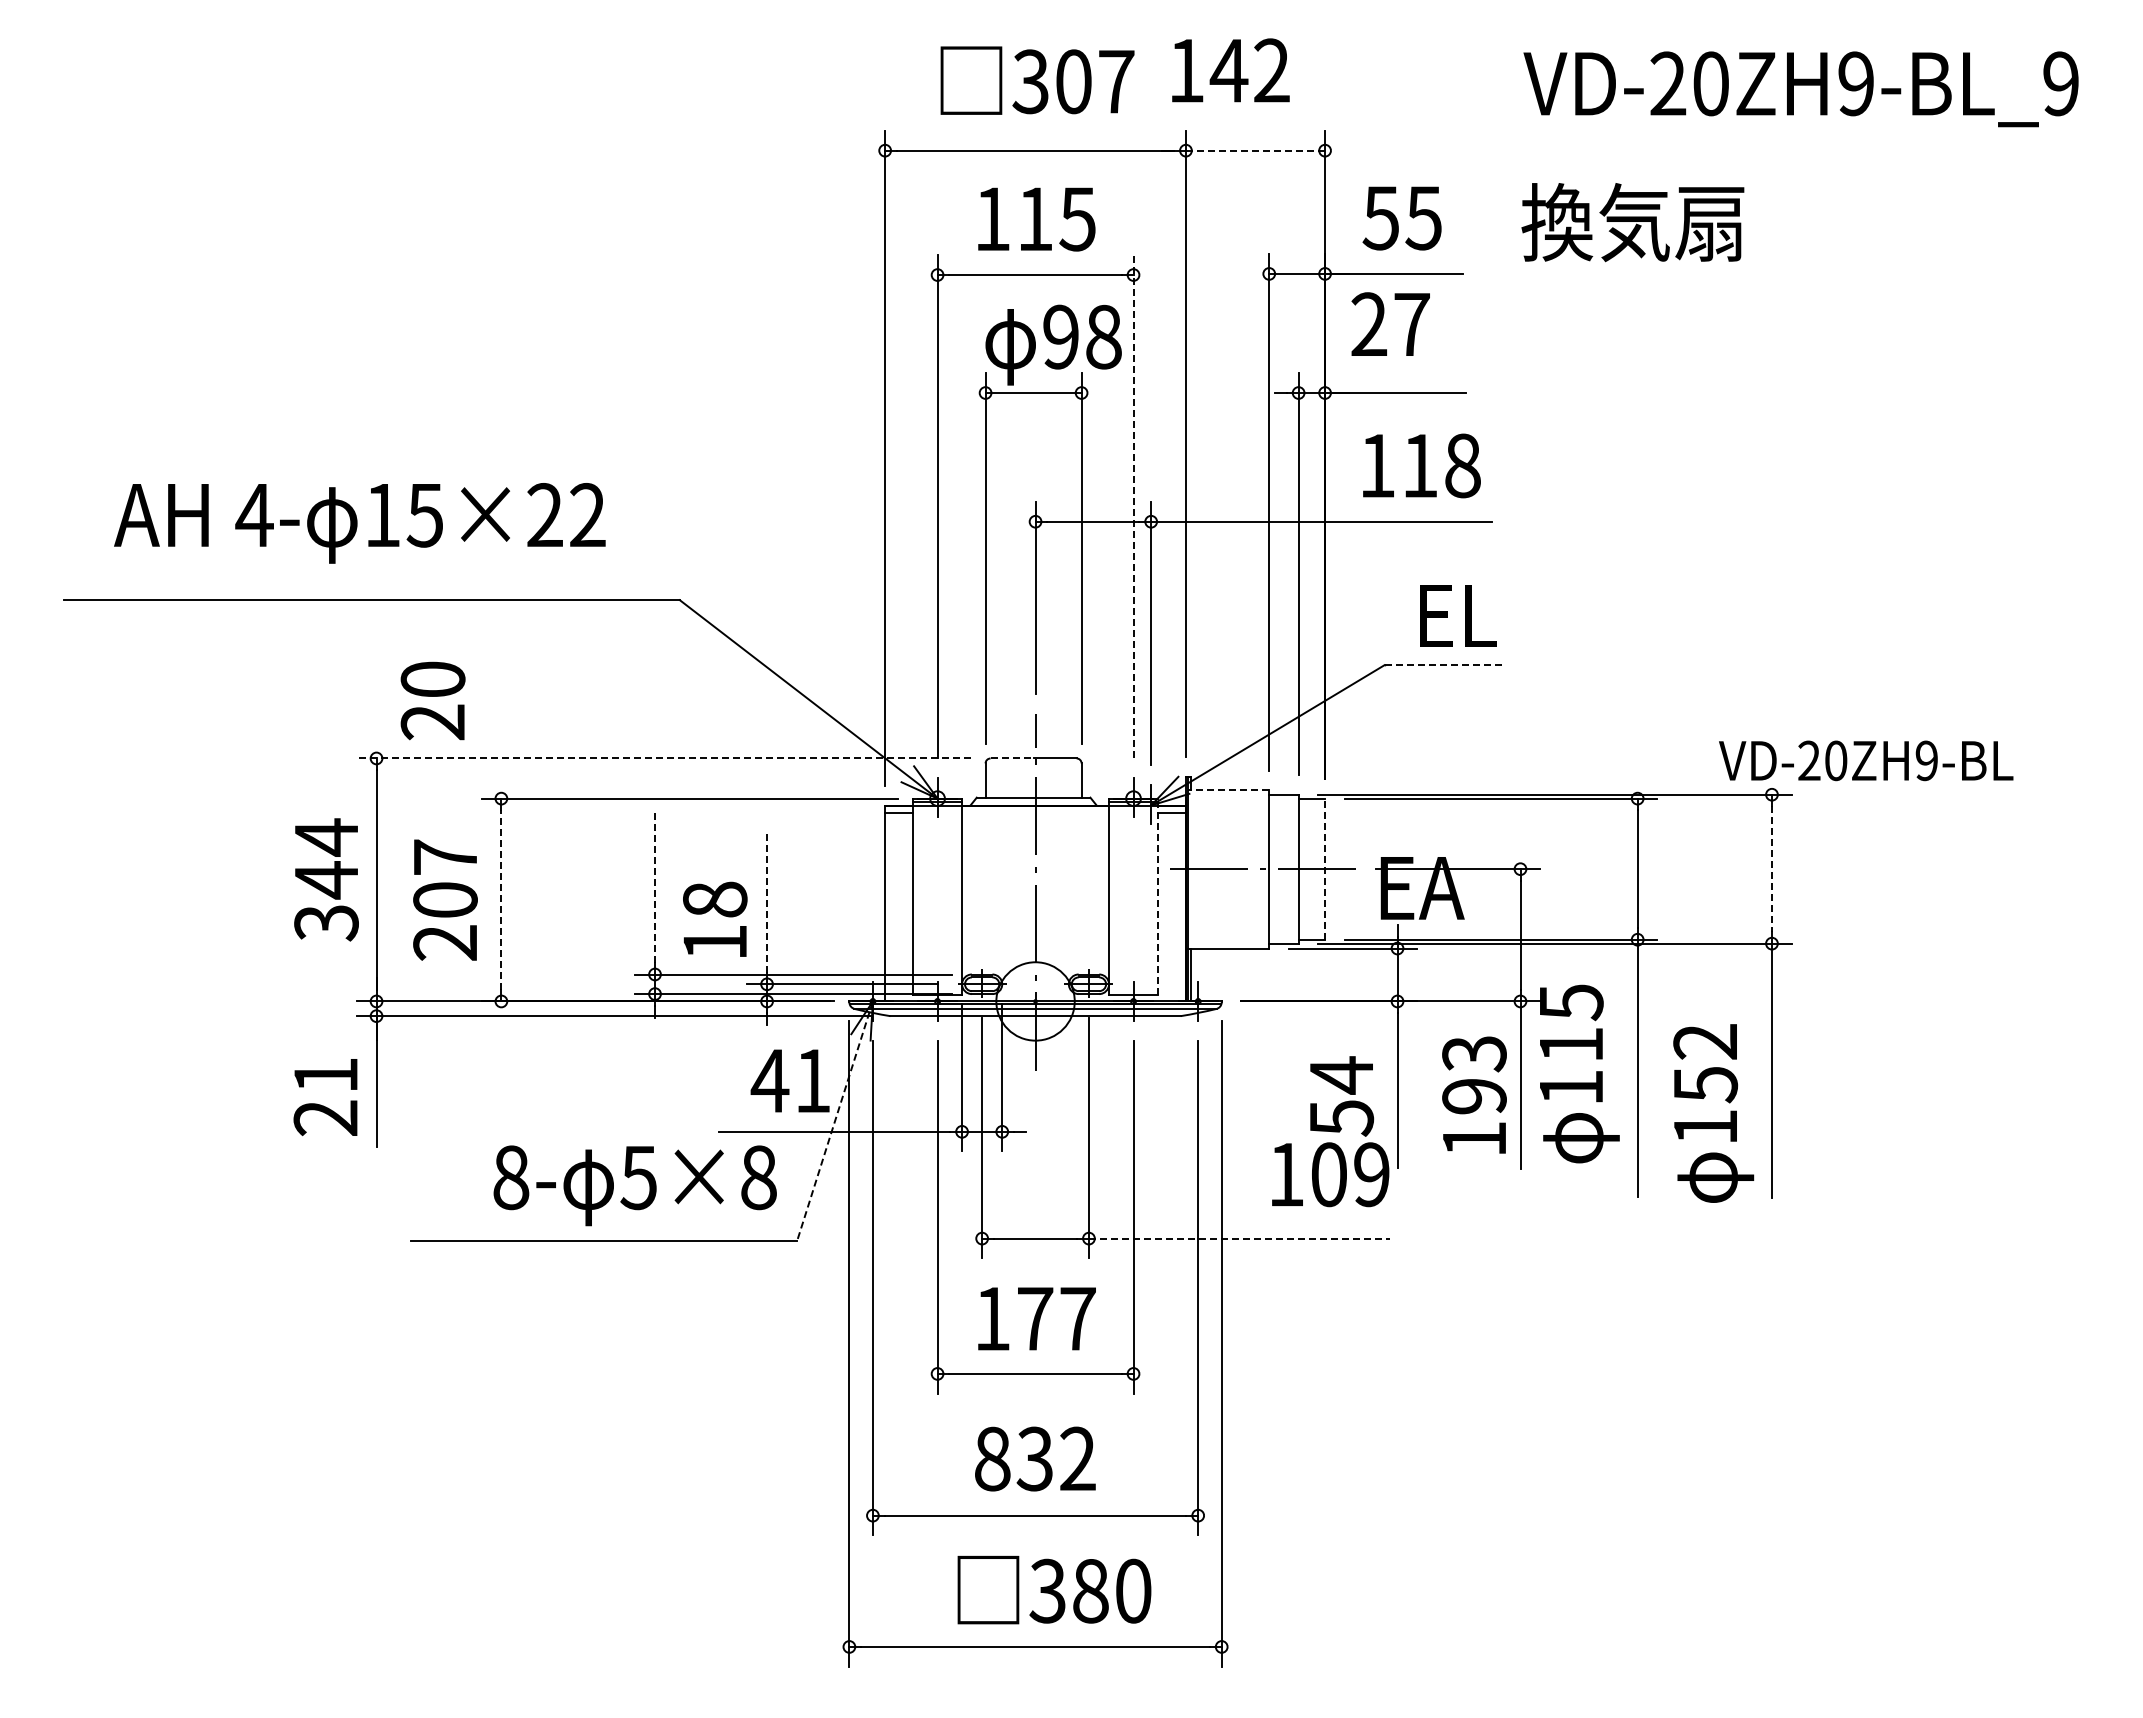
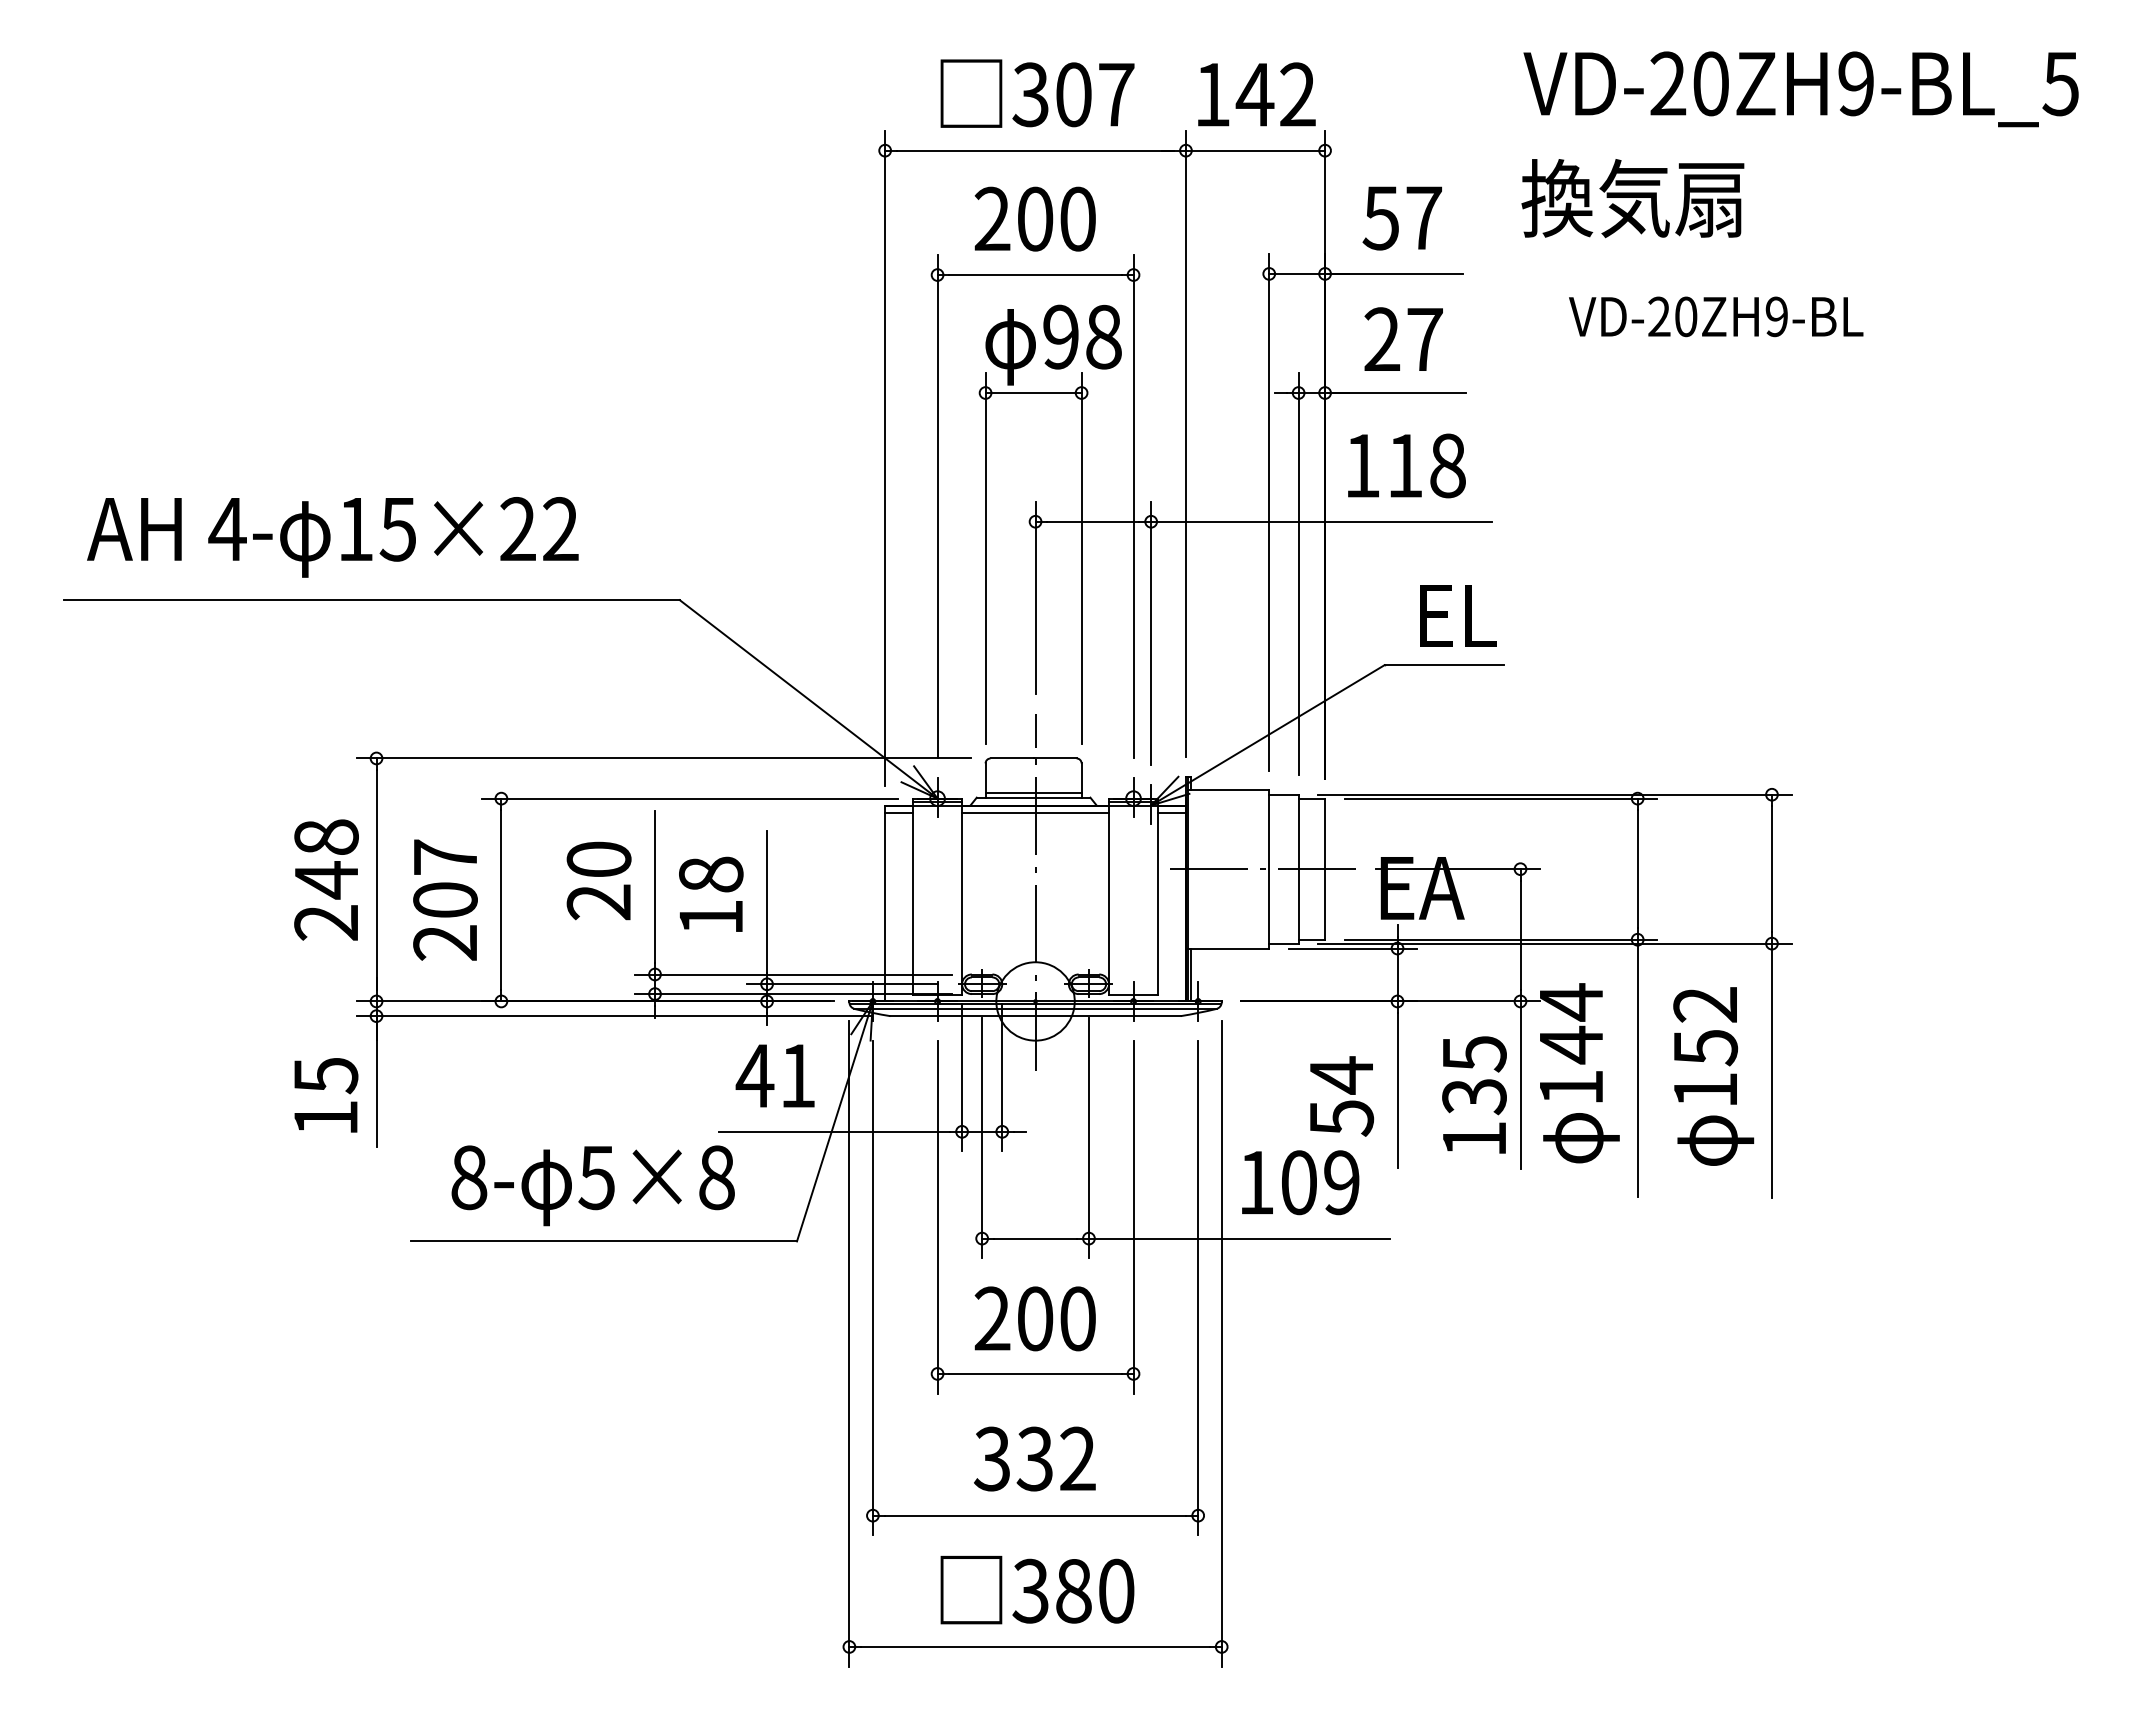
text at (1230, 70) position: (1230, 70) -> (1256, 94)
text at (1037, 80) position: (1037, 80) -> (1037, 93)
text at (2060, 83): VD-20ZH9-BL_9 -> VD-20ZH9-BL_5
line at (1255, 150): dashed -> solid
text at (1034, 218): 115 -> 200
text at (1423, 218): 55 -> 57
text at (1632, 222) position: (1632, 222) -> (1632, 198)
text at (1390, 323) position: (1390, 323) -> (1403, 338)
text at (1421, 465) position: (1421, 465) -> (1406, 465)
line at (1133, 506): dashed -> solid
text at (359, 523) position: (359, 523) -> (332, 537)
line at (1444, 665): dashed -> solid
text at (432, 700) position: (432, 700) -> (598, 880)
line at (663, 758): dashed -> solid
line at (1012, 758): dashed -> solid
text at (1866, 760) position: (1866, 760) -> (1716, 316)
line at (1228, 789): dashed -> solid
line at (1033, 792): none -> present
line at (1035, 813): none -> present
line at (1325, 869): dashed -> solid
line at (1771, 869): dashed -> solid
text at (326, 879): 344 -> 248
line at (655, 886): dashed -> solid
line at (1158, 896): dashed -> solid
line at (501, 900): dashed -> solid
line at (767, 901): dashed -> solid
text at (715, 918) position: (715, 918) -> (711, 893)
text at (1571, 1023): 115 -> 144
text at (1474, 1075): 193 -> 135
text at (789, 1080) position: (789, 1080) -> (774, 1075)
text at (325, 1097): 21 -> 15
text at (1713, 1113) position: (1713, 1113) -> (1713, 1076)
line at (834, 1121): dashed -> solid
text at (1330, 1174) position: (1330, 1174) -> (1300, 1182)
text at (634, 1185) position: (634, 1185) -> (592, 1185)
line at (1239, 1238): dashed -> solid
text at (1034, 1318): 177 -> 200
text at (992, 1458): 832 -> 332
text at (1054, 1590) position: (1054, 1590) -> (1037, 1590)
